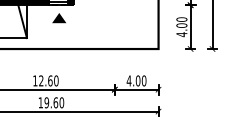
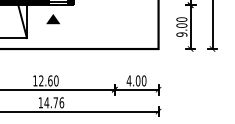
part at (58, 18) position: (58, 18) -> (52, 19)
text at (181, 34): 4.00 -> 9.00
text at (54, 102): 19.60 -> 14.76
